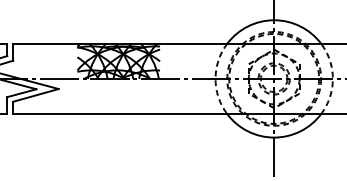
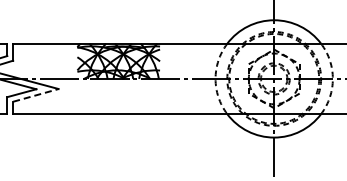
line at (35, 95): solid -> dashed
